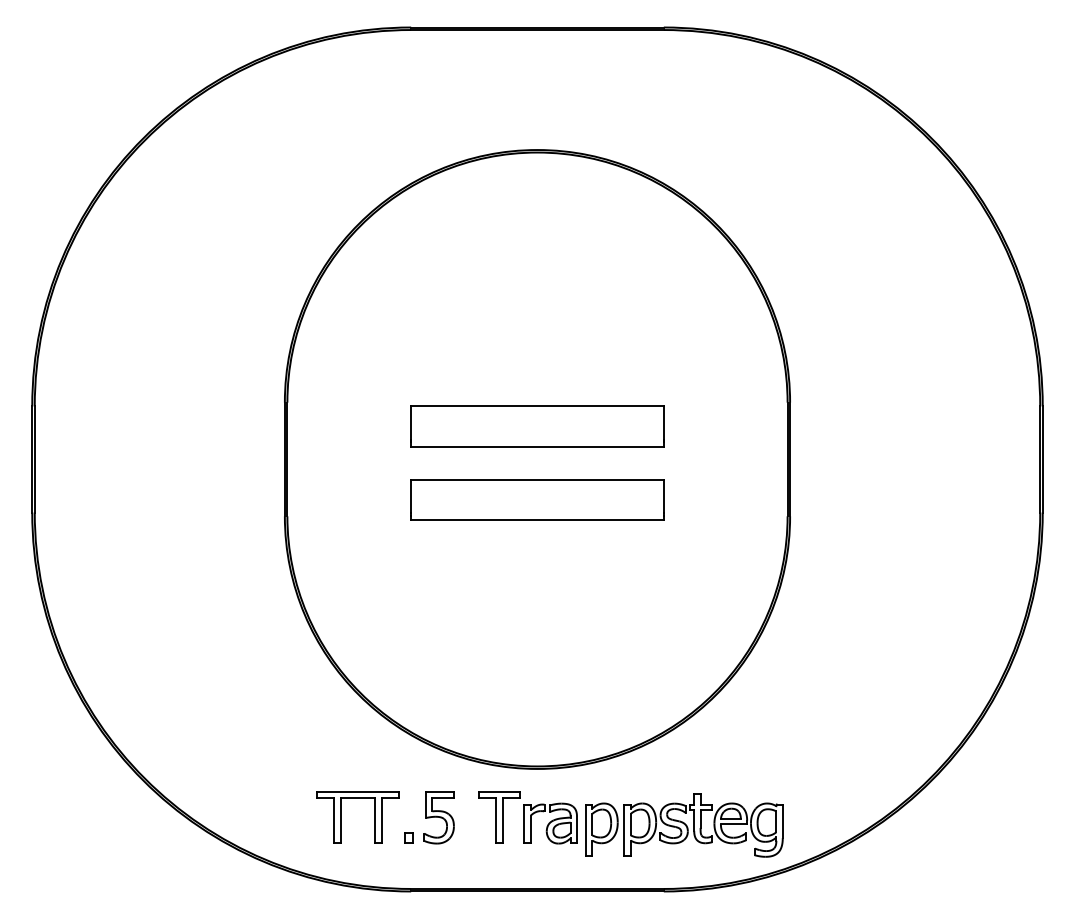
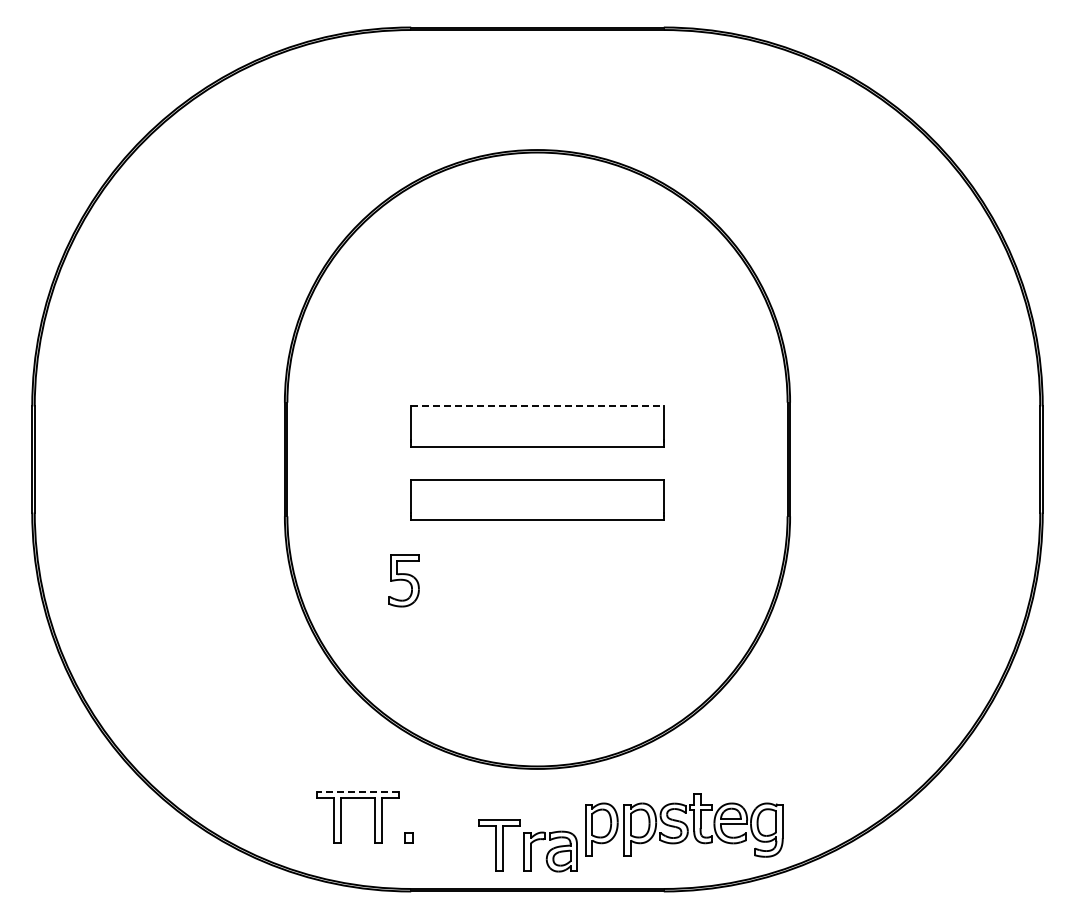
line at (537, 406): solid -> dashed
line at (357, 791): solid -> dashed
part at (438, 817) position: (438, 817) -> (403, 580)
part at (527, 817) position: (527, 817) -> (527, 845)
